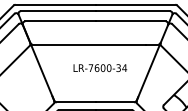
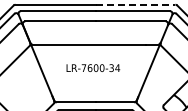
line at (135, 4): solid -> dashed
text at (100, 67) position: (100, 67) -> (93, 67)
